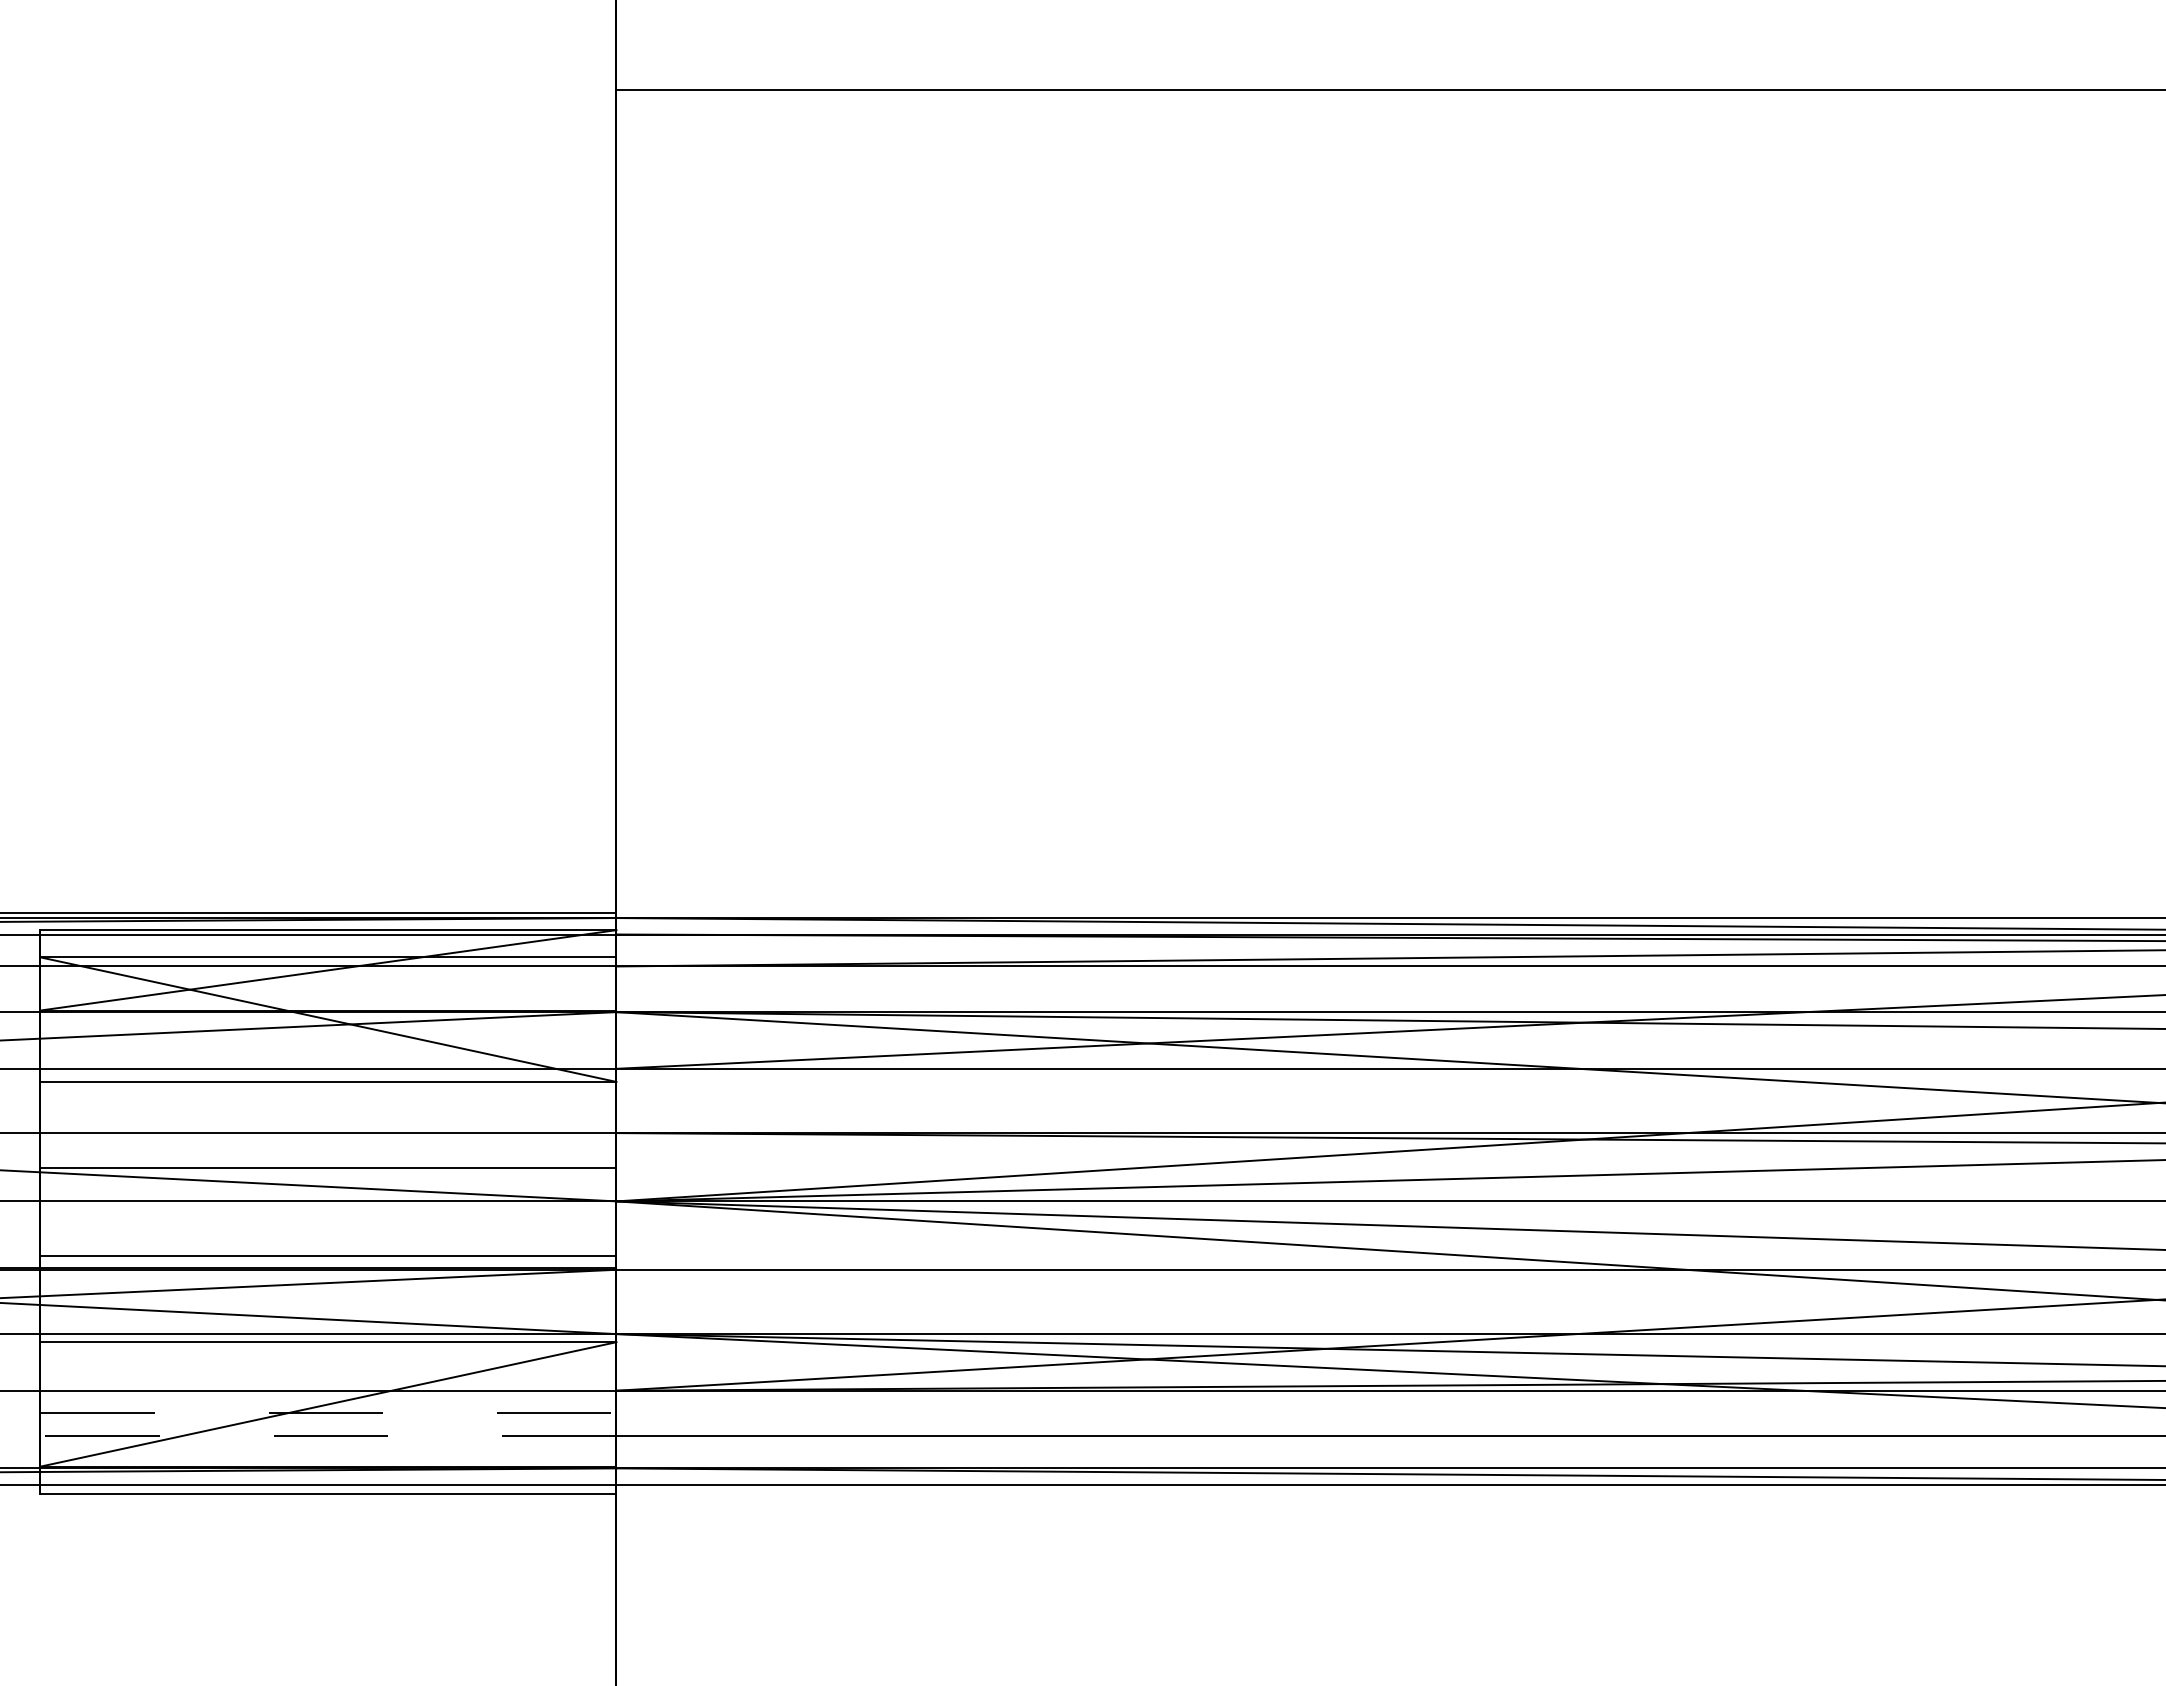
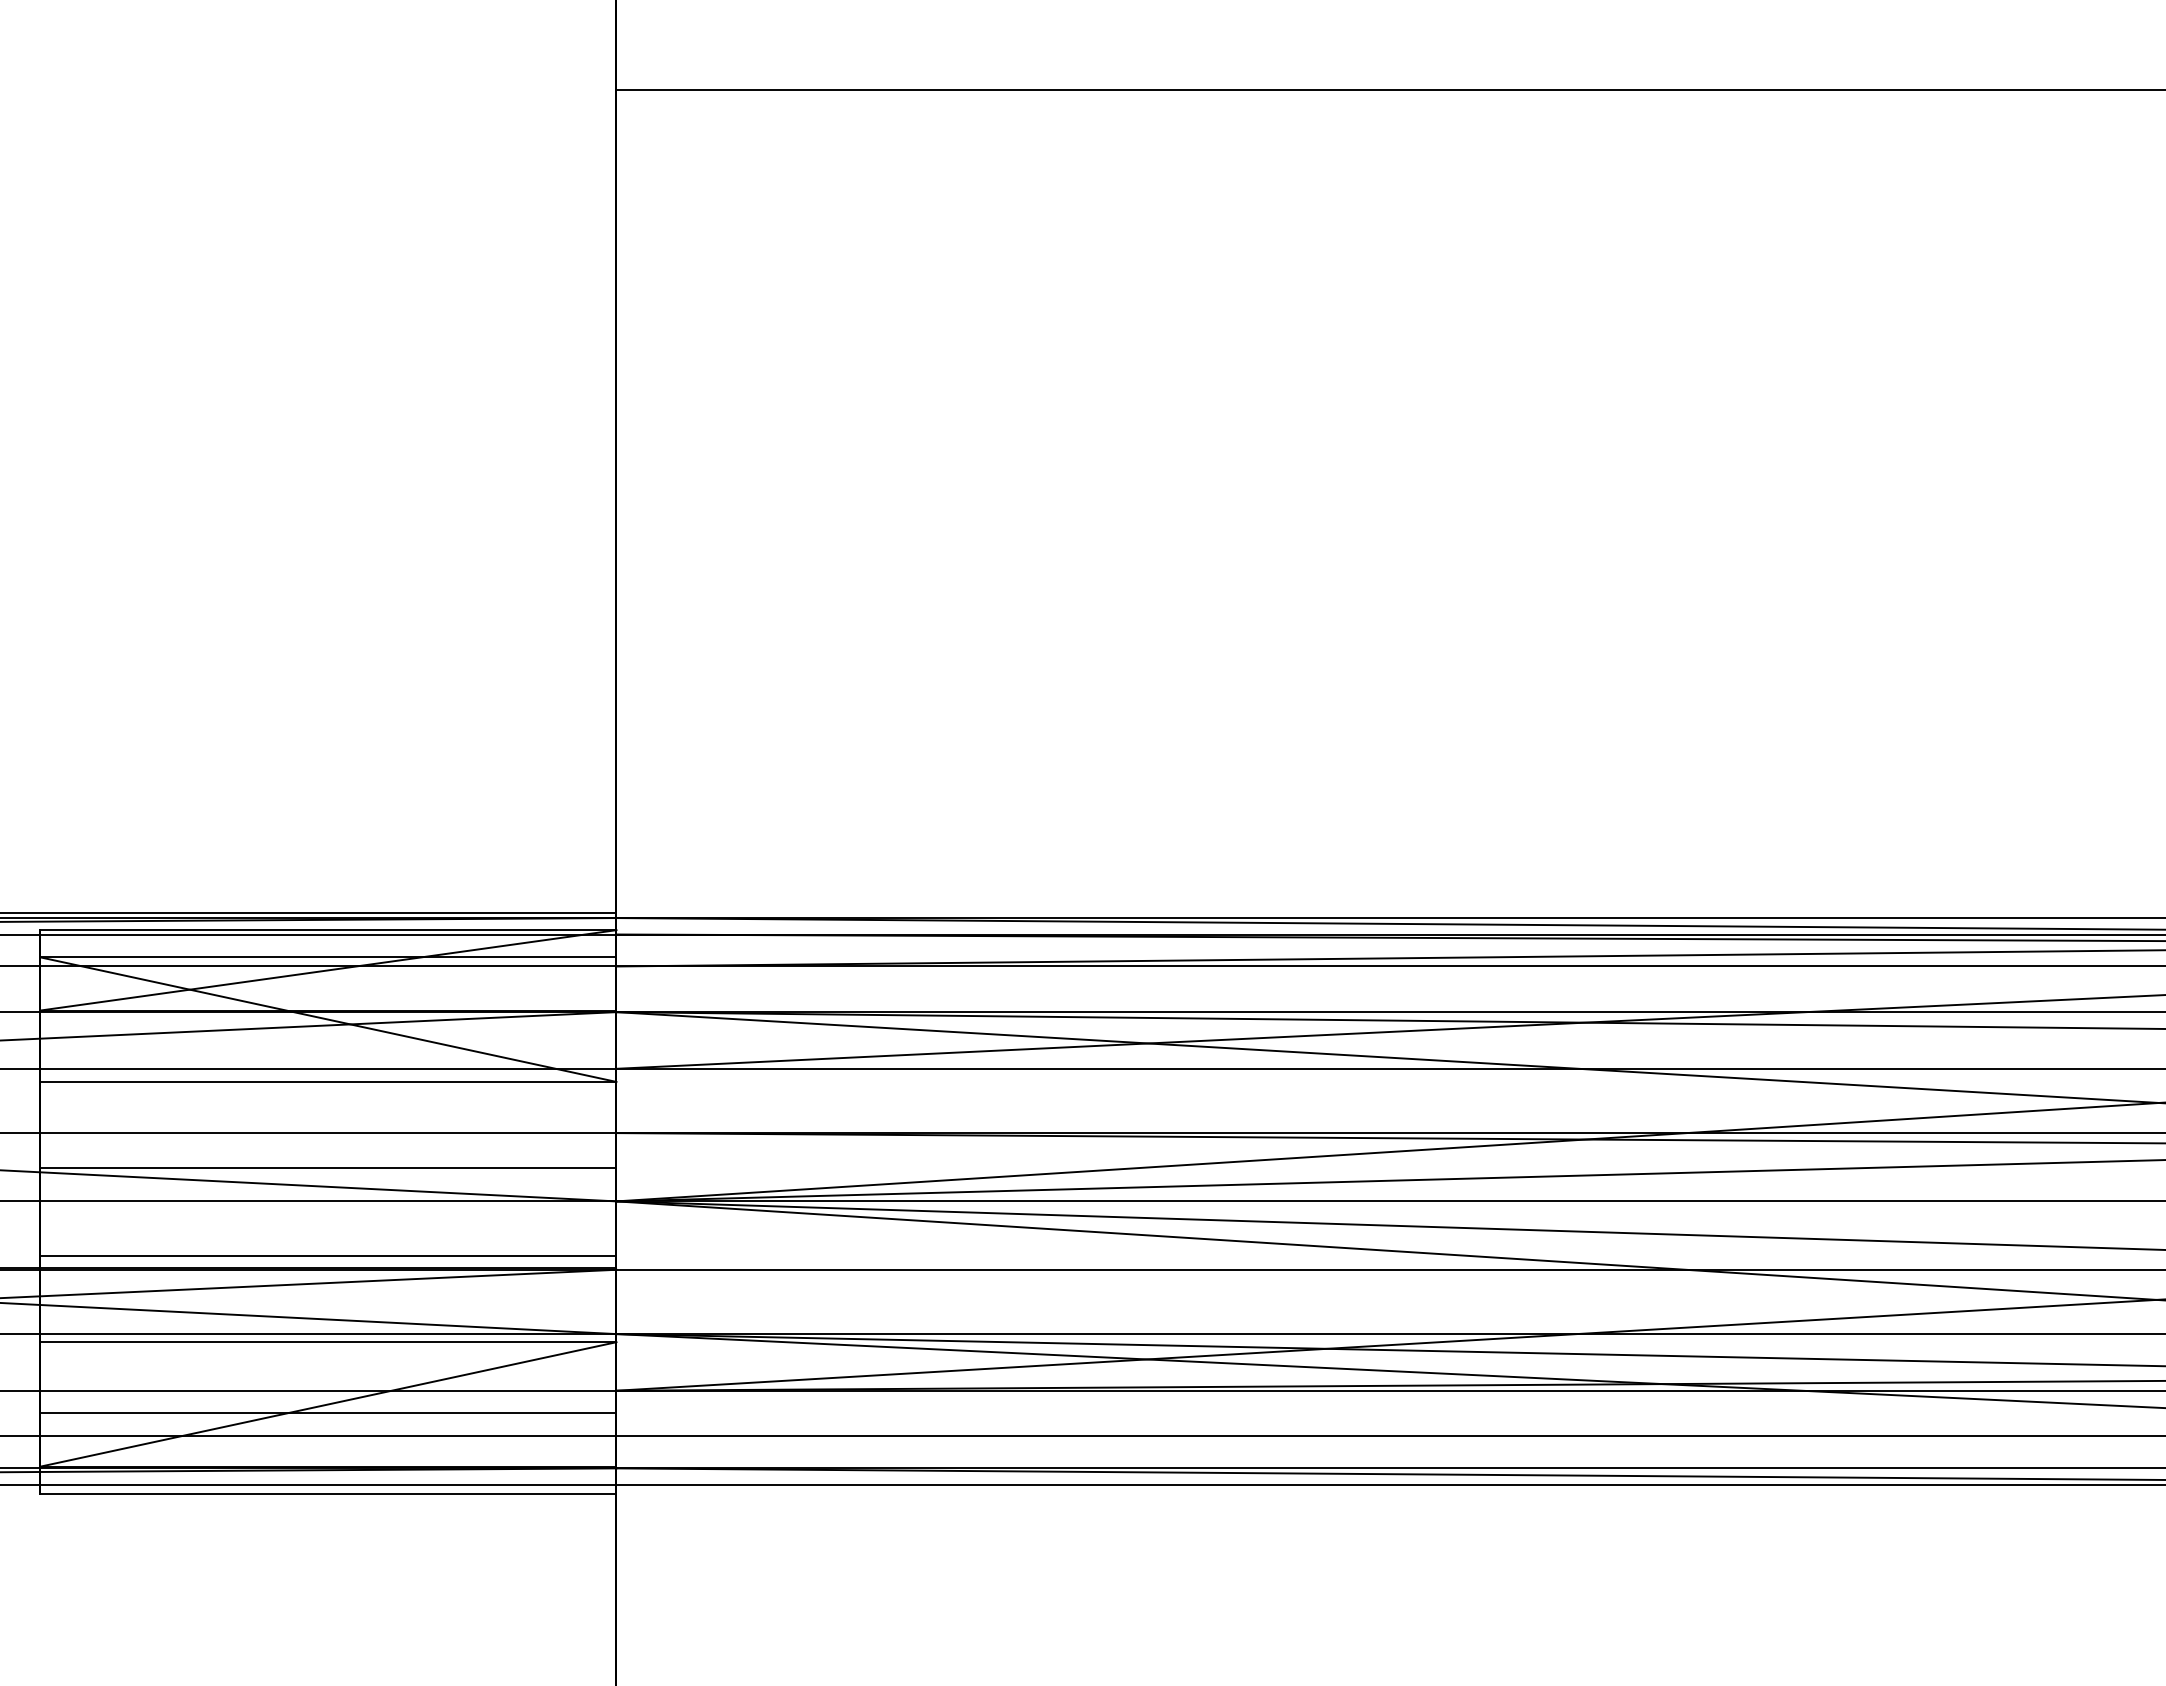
line at (328, 1413): dashed -> solid
line at (308, 1436): dashed -> solid
